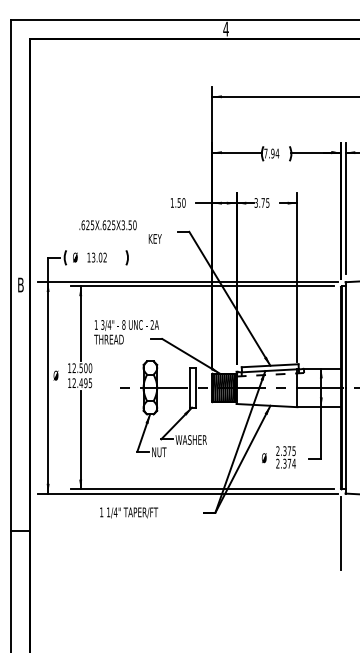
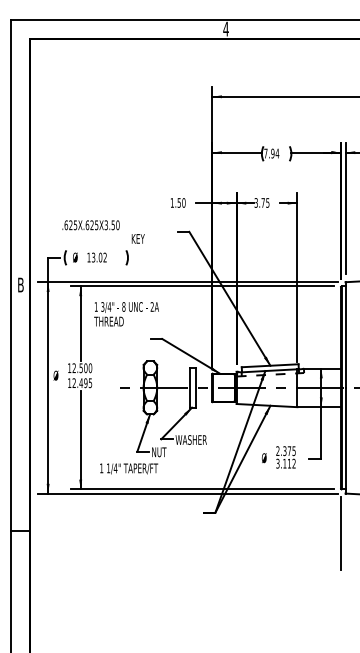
text at (120, 231) position: (120, 231) -> (103, 231)
text at (126, 332) position: (126, 332) -> (126, 314)
hatch at (223, 387): present -> none
text at (285, 463): 2.374 -> 3.112
text at (129, 512) position: (129, 512) -> (129, 468)
